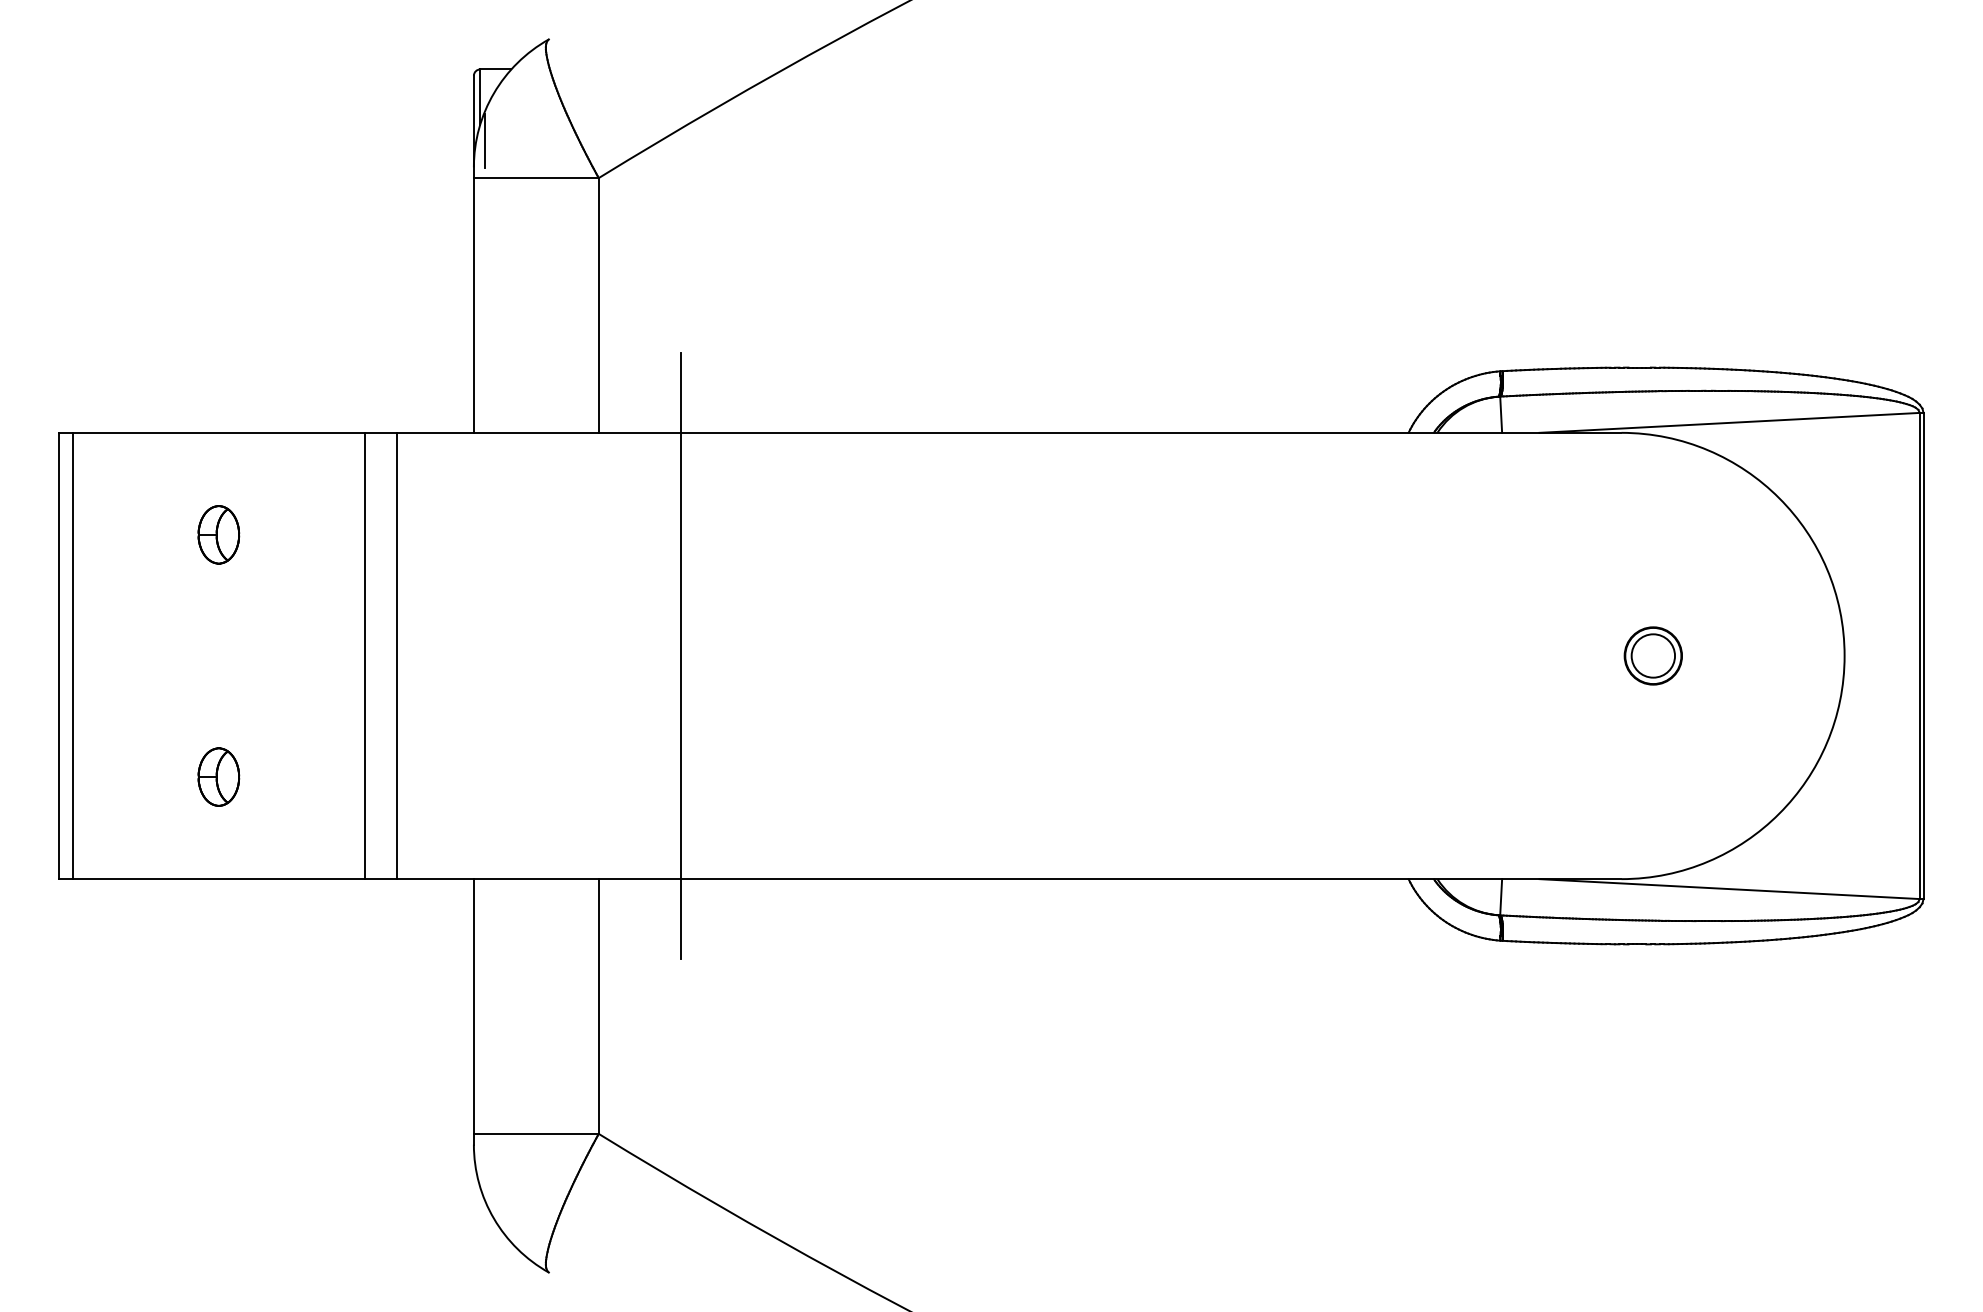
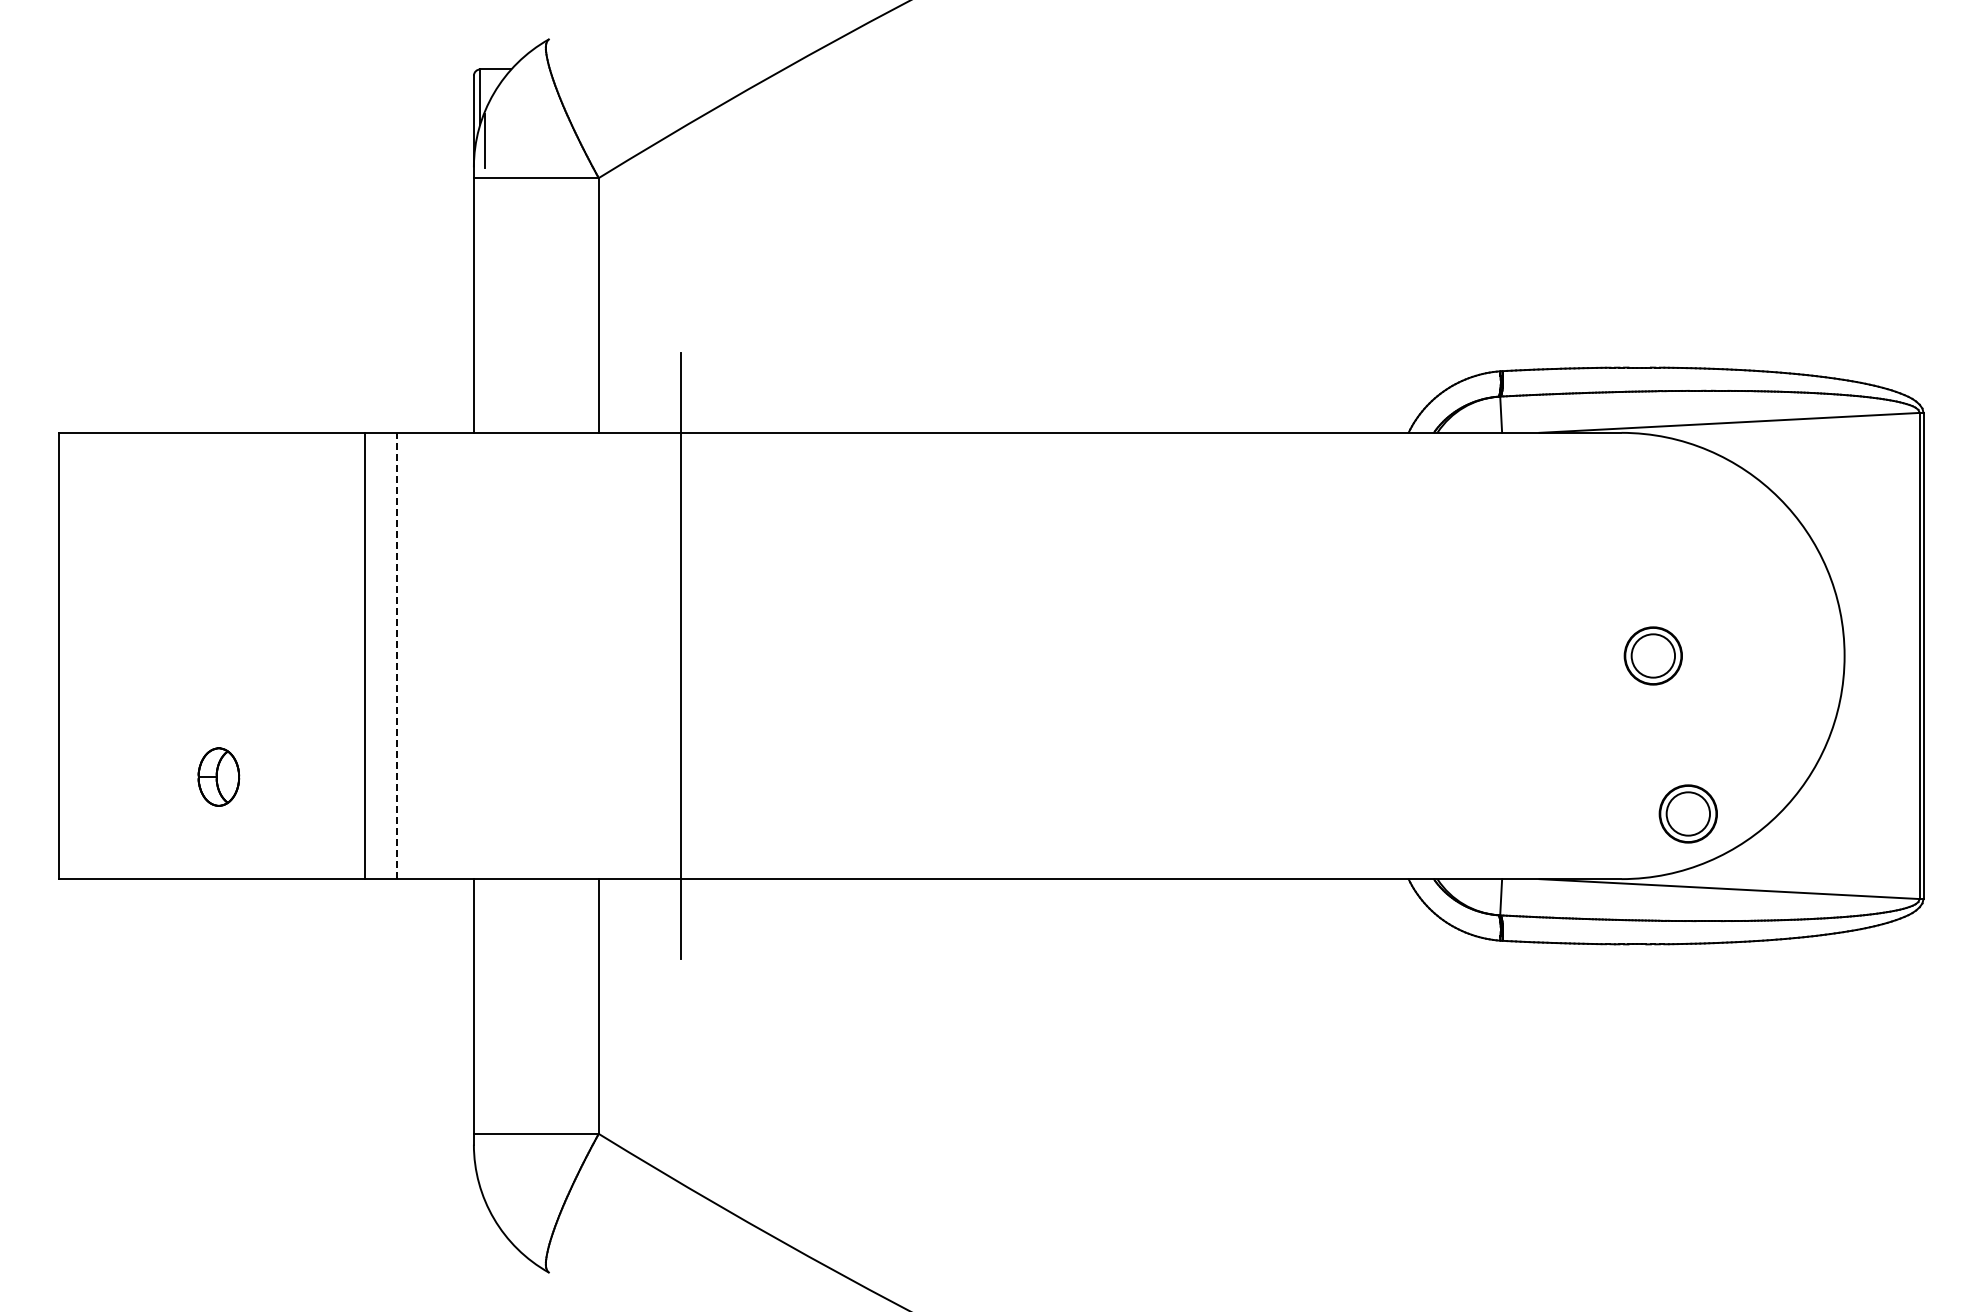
part at (218, 534): present -> none
line at (72, 655): present -> none
line at (396, 655): solid -> dashed
part at (1687, 813): none -> present
